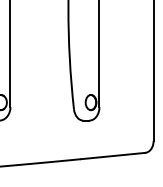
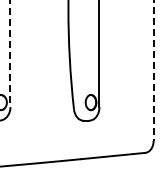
line at (10, 54): solid -> dashed
line at (153, 70): solid -> dashed
